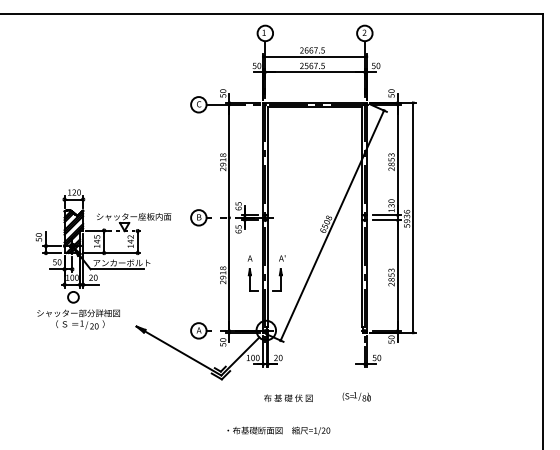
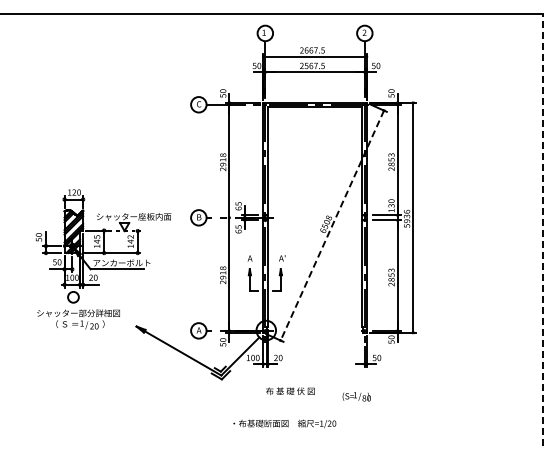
line at (332, 226): solid -> dashed
line at (543, 231): solid -> dashed
text at (288, 397) position: (288, 397) -> (290, 390)
text at (278, 430) position: (278, 430) -> (284, 423)
